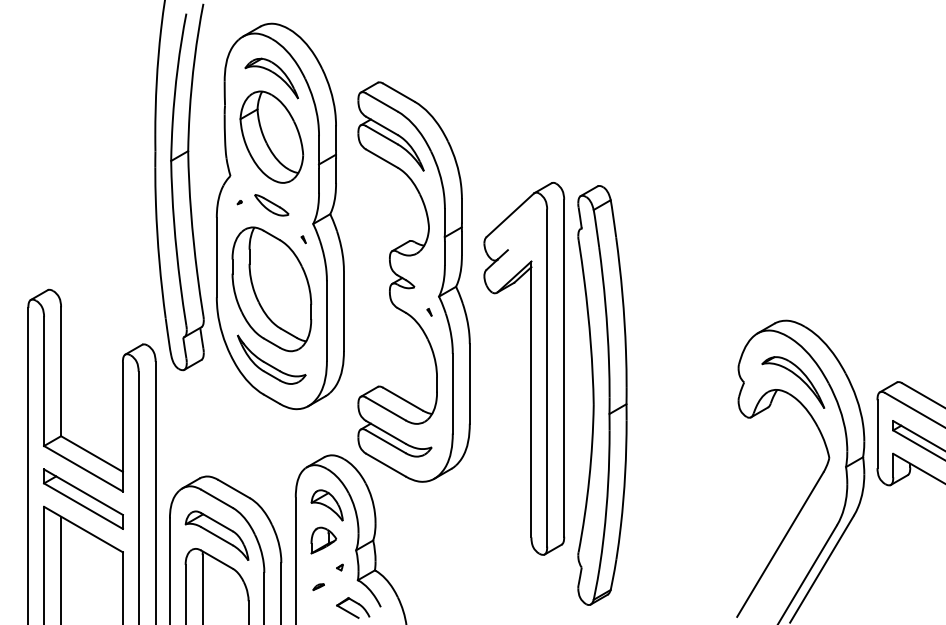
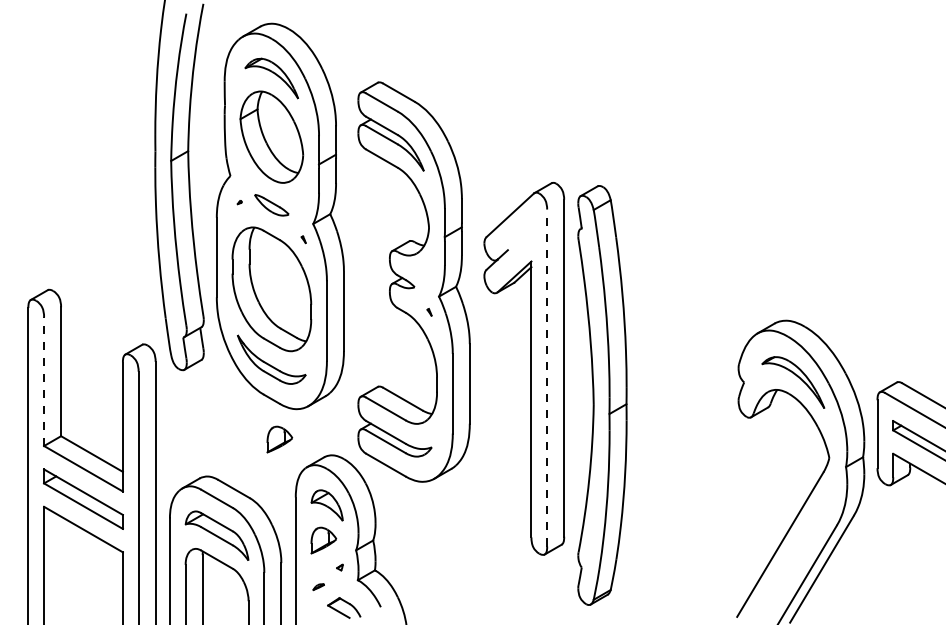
line at (547, 377): solid -> dashed
line at (44, 381): solid -> dashed
part at (279, 439): none -> present
line at (61, 568): present -> none
part at (353, 607) position: (353, 607) -> (344, 607)
